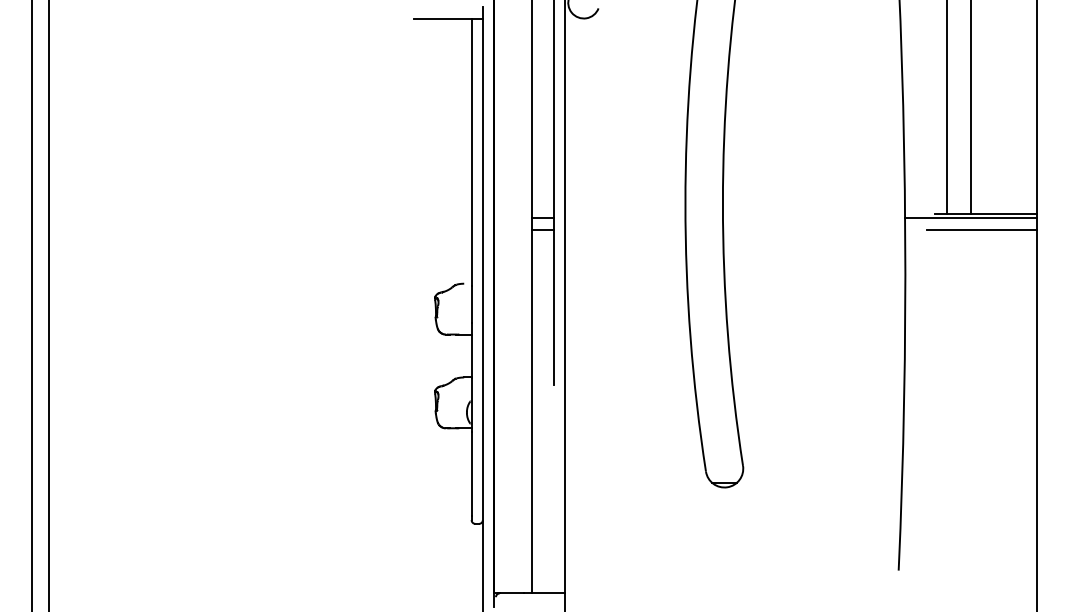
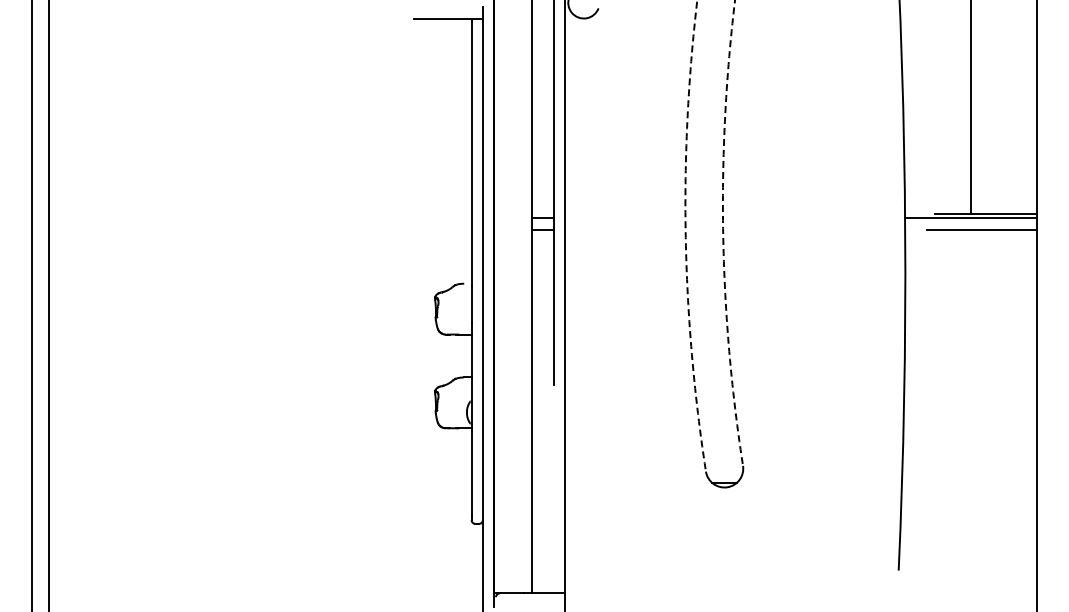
line at (947, 107): present -> none
arc at (723, 233): solid -> dashed
arc at (685, 236): solid -> dashed
